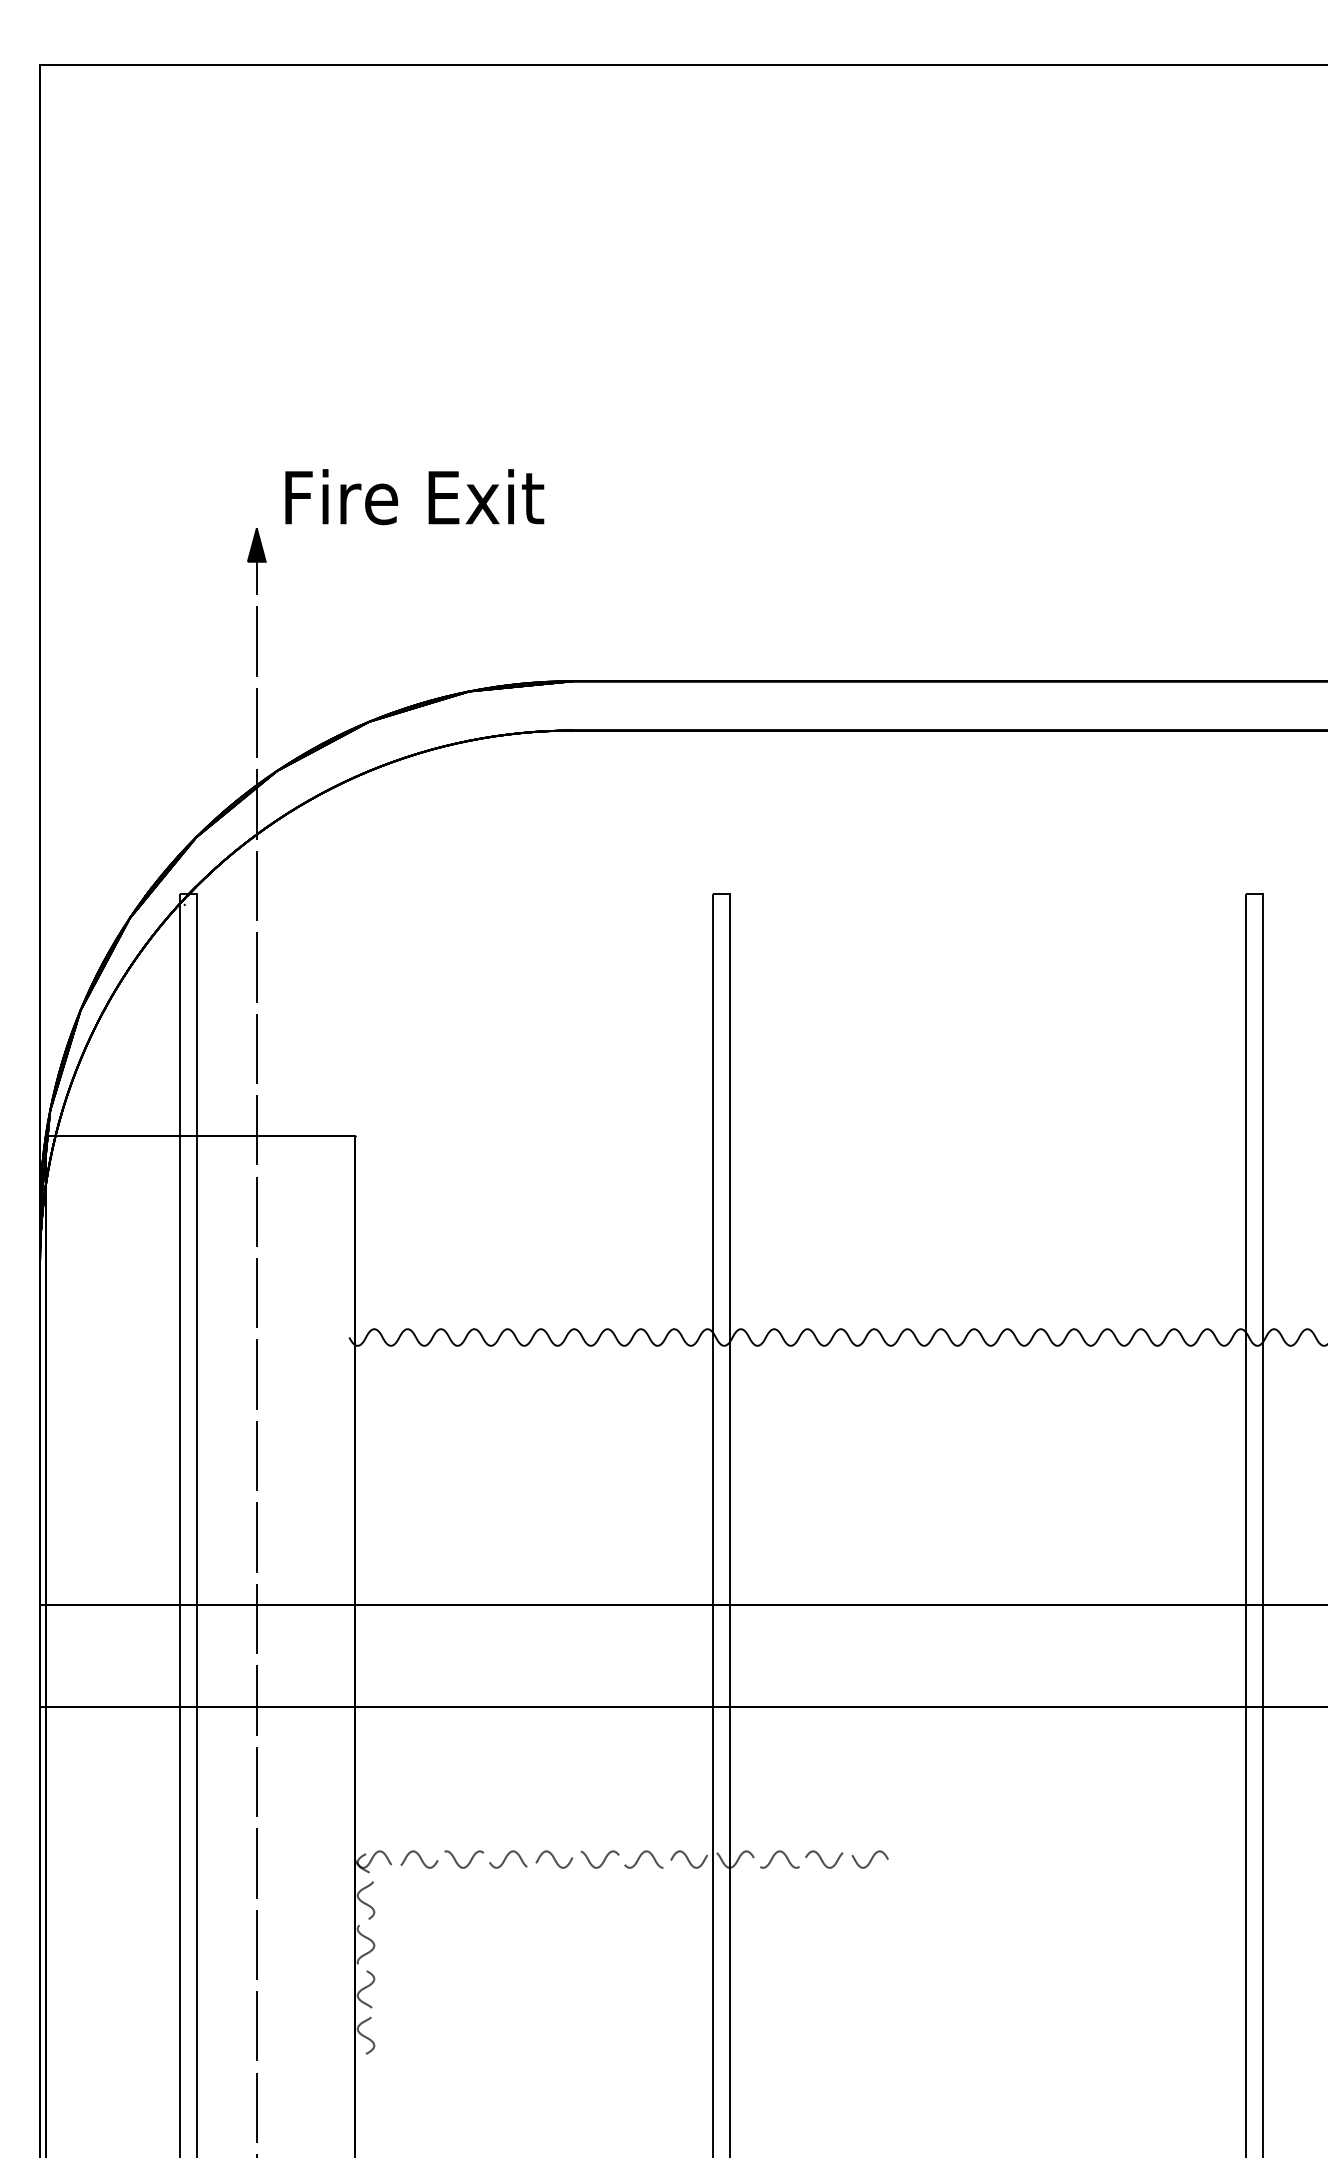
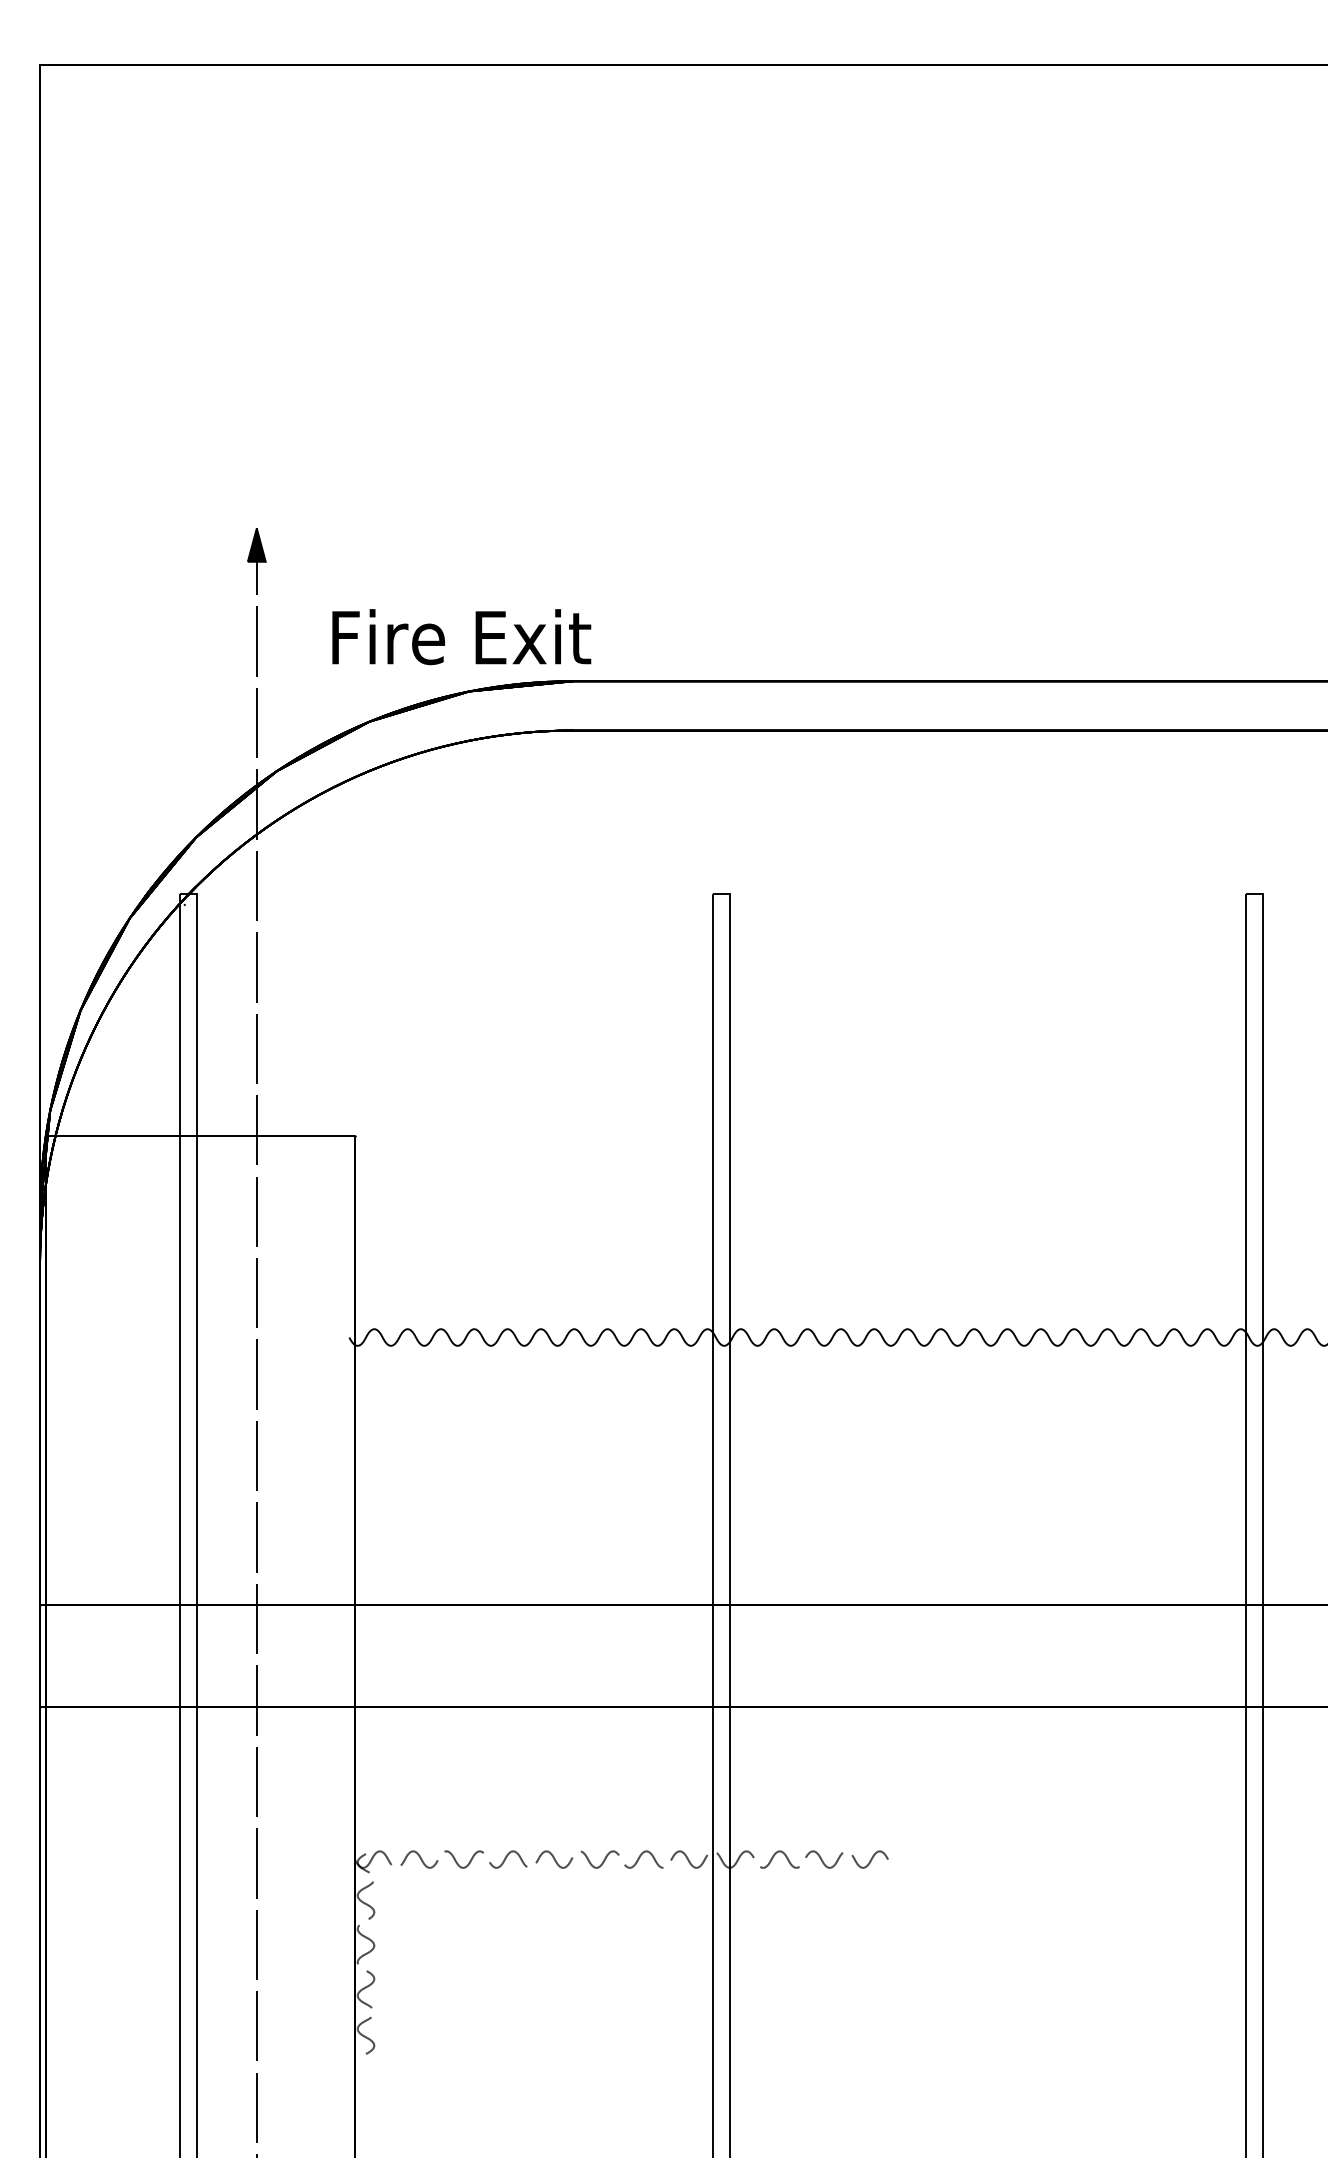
text at (414, 497) position: (414, 497) -> (461, 637)
